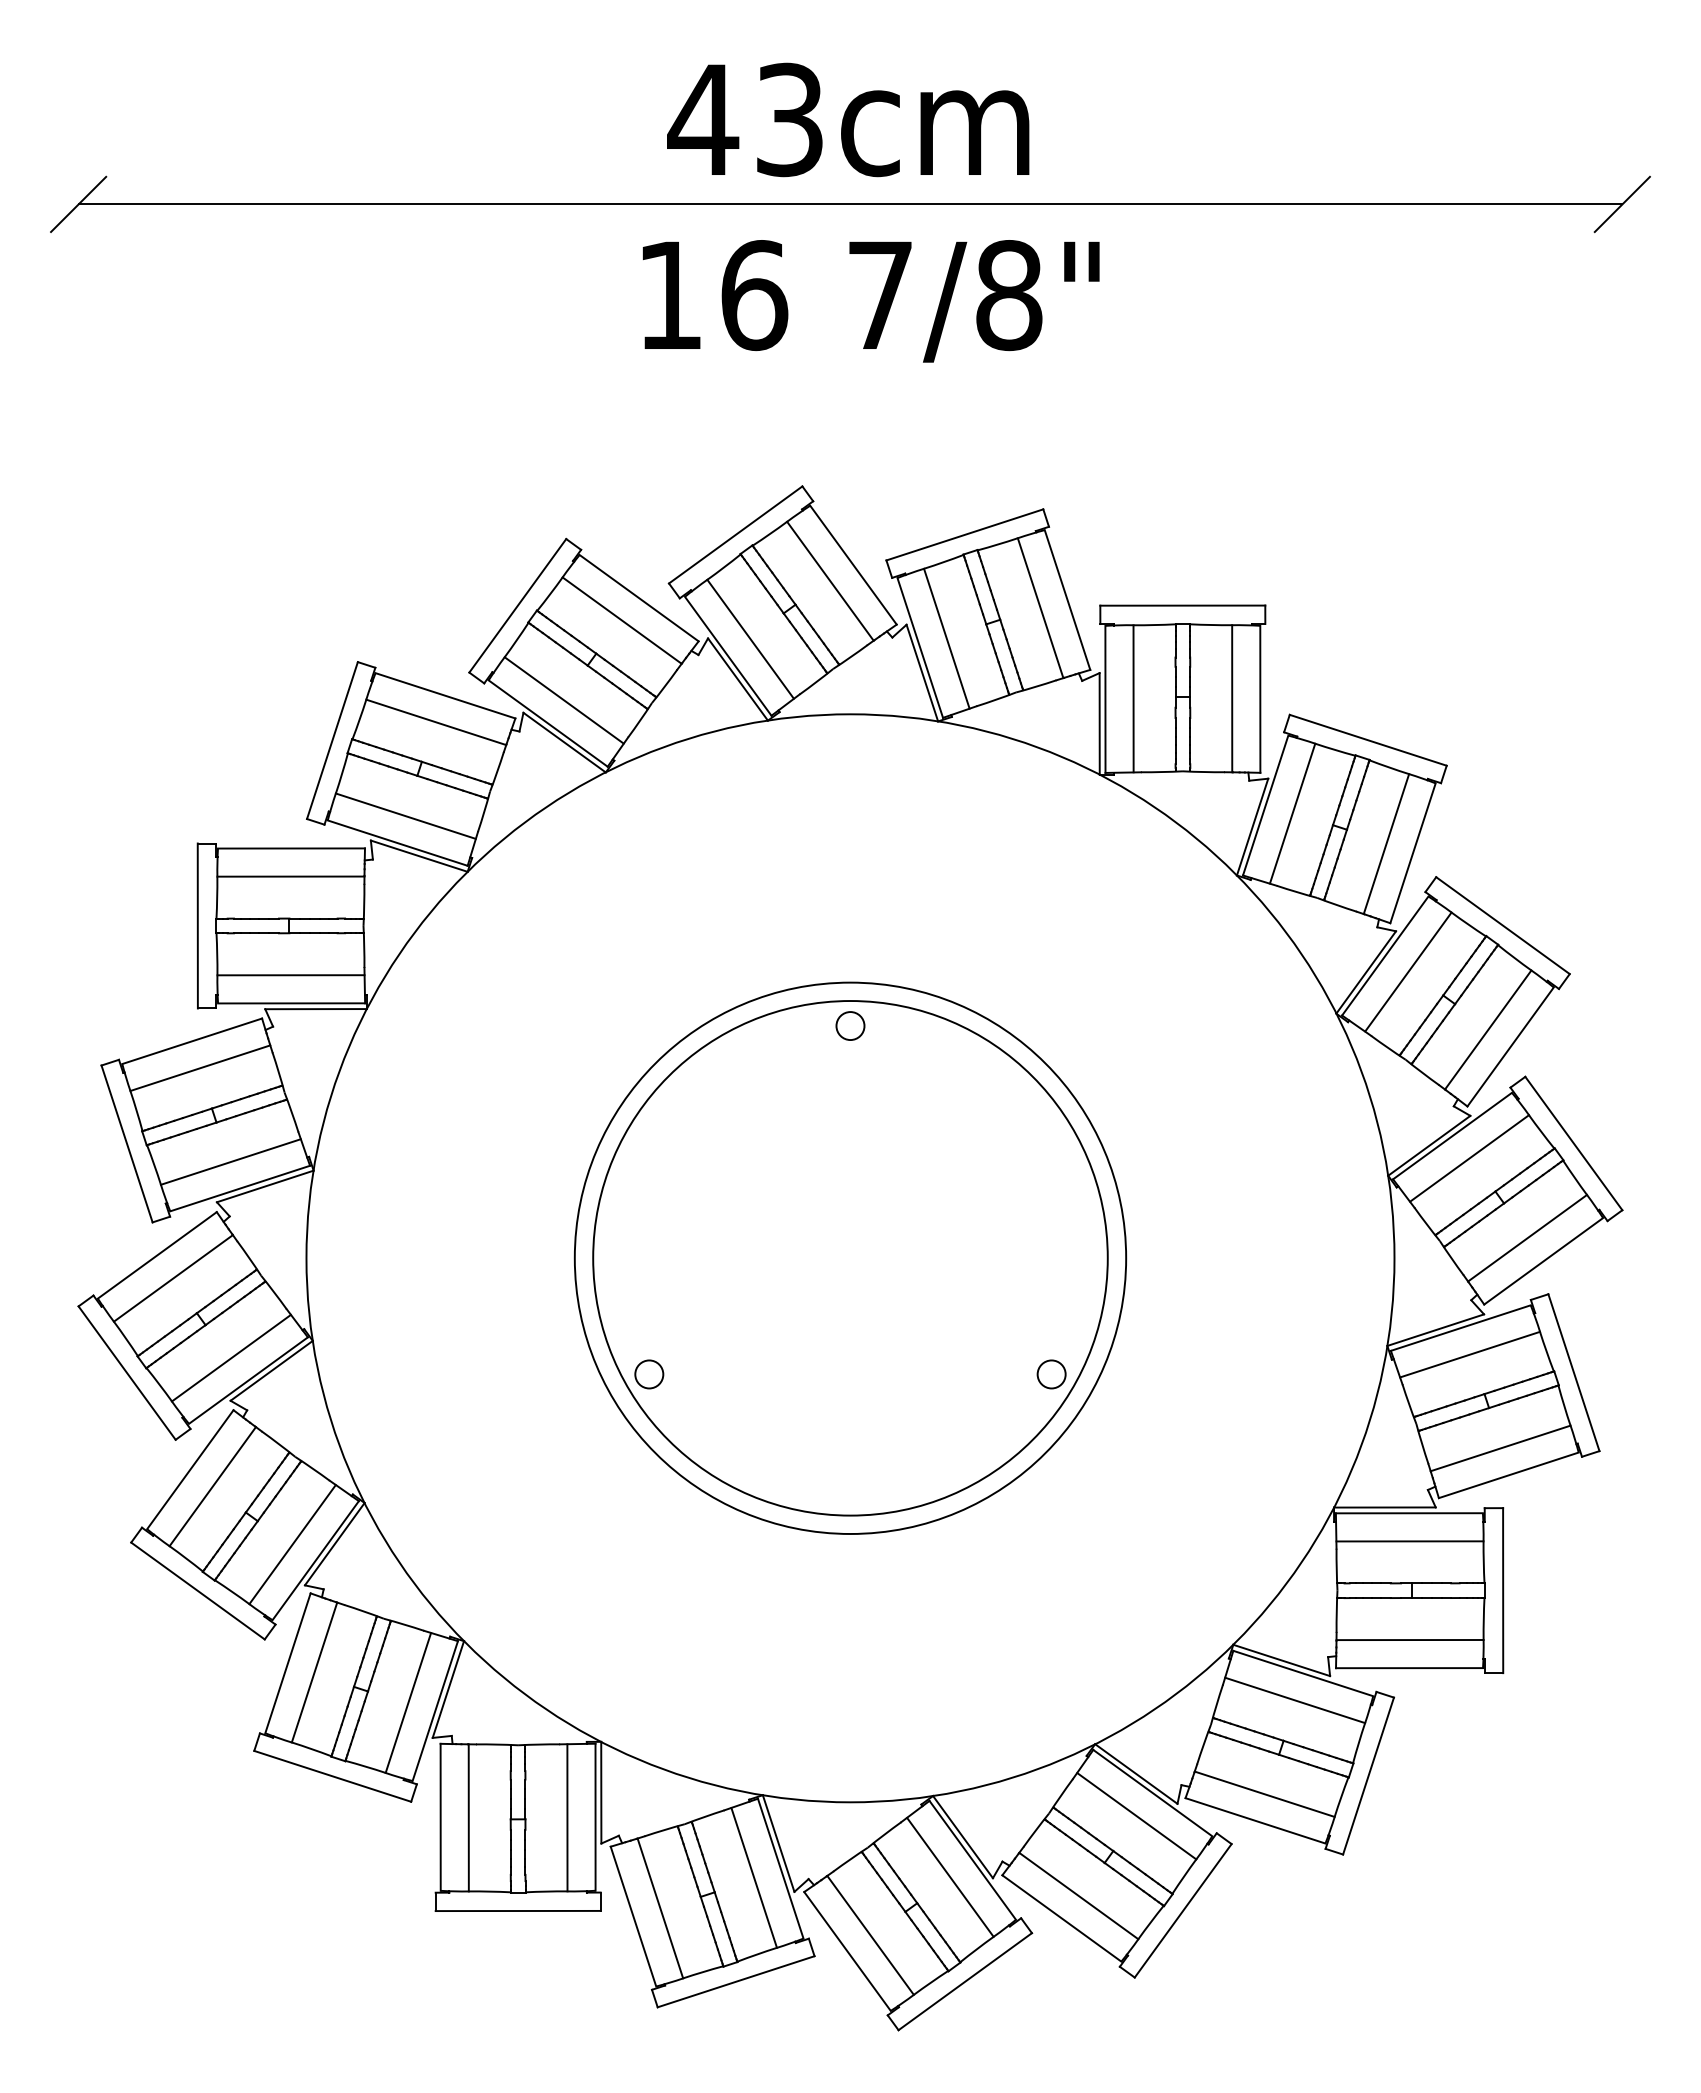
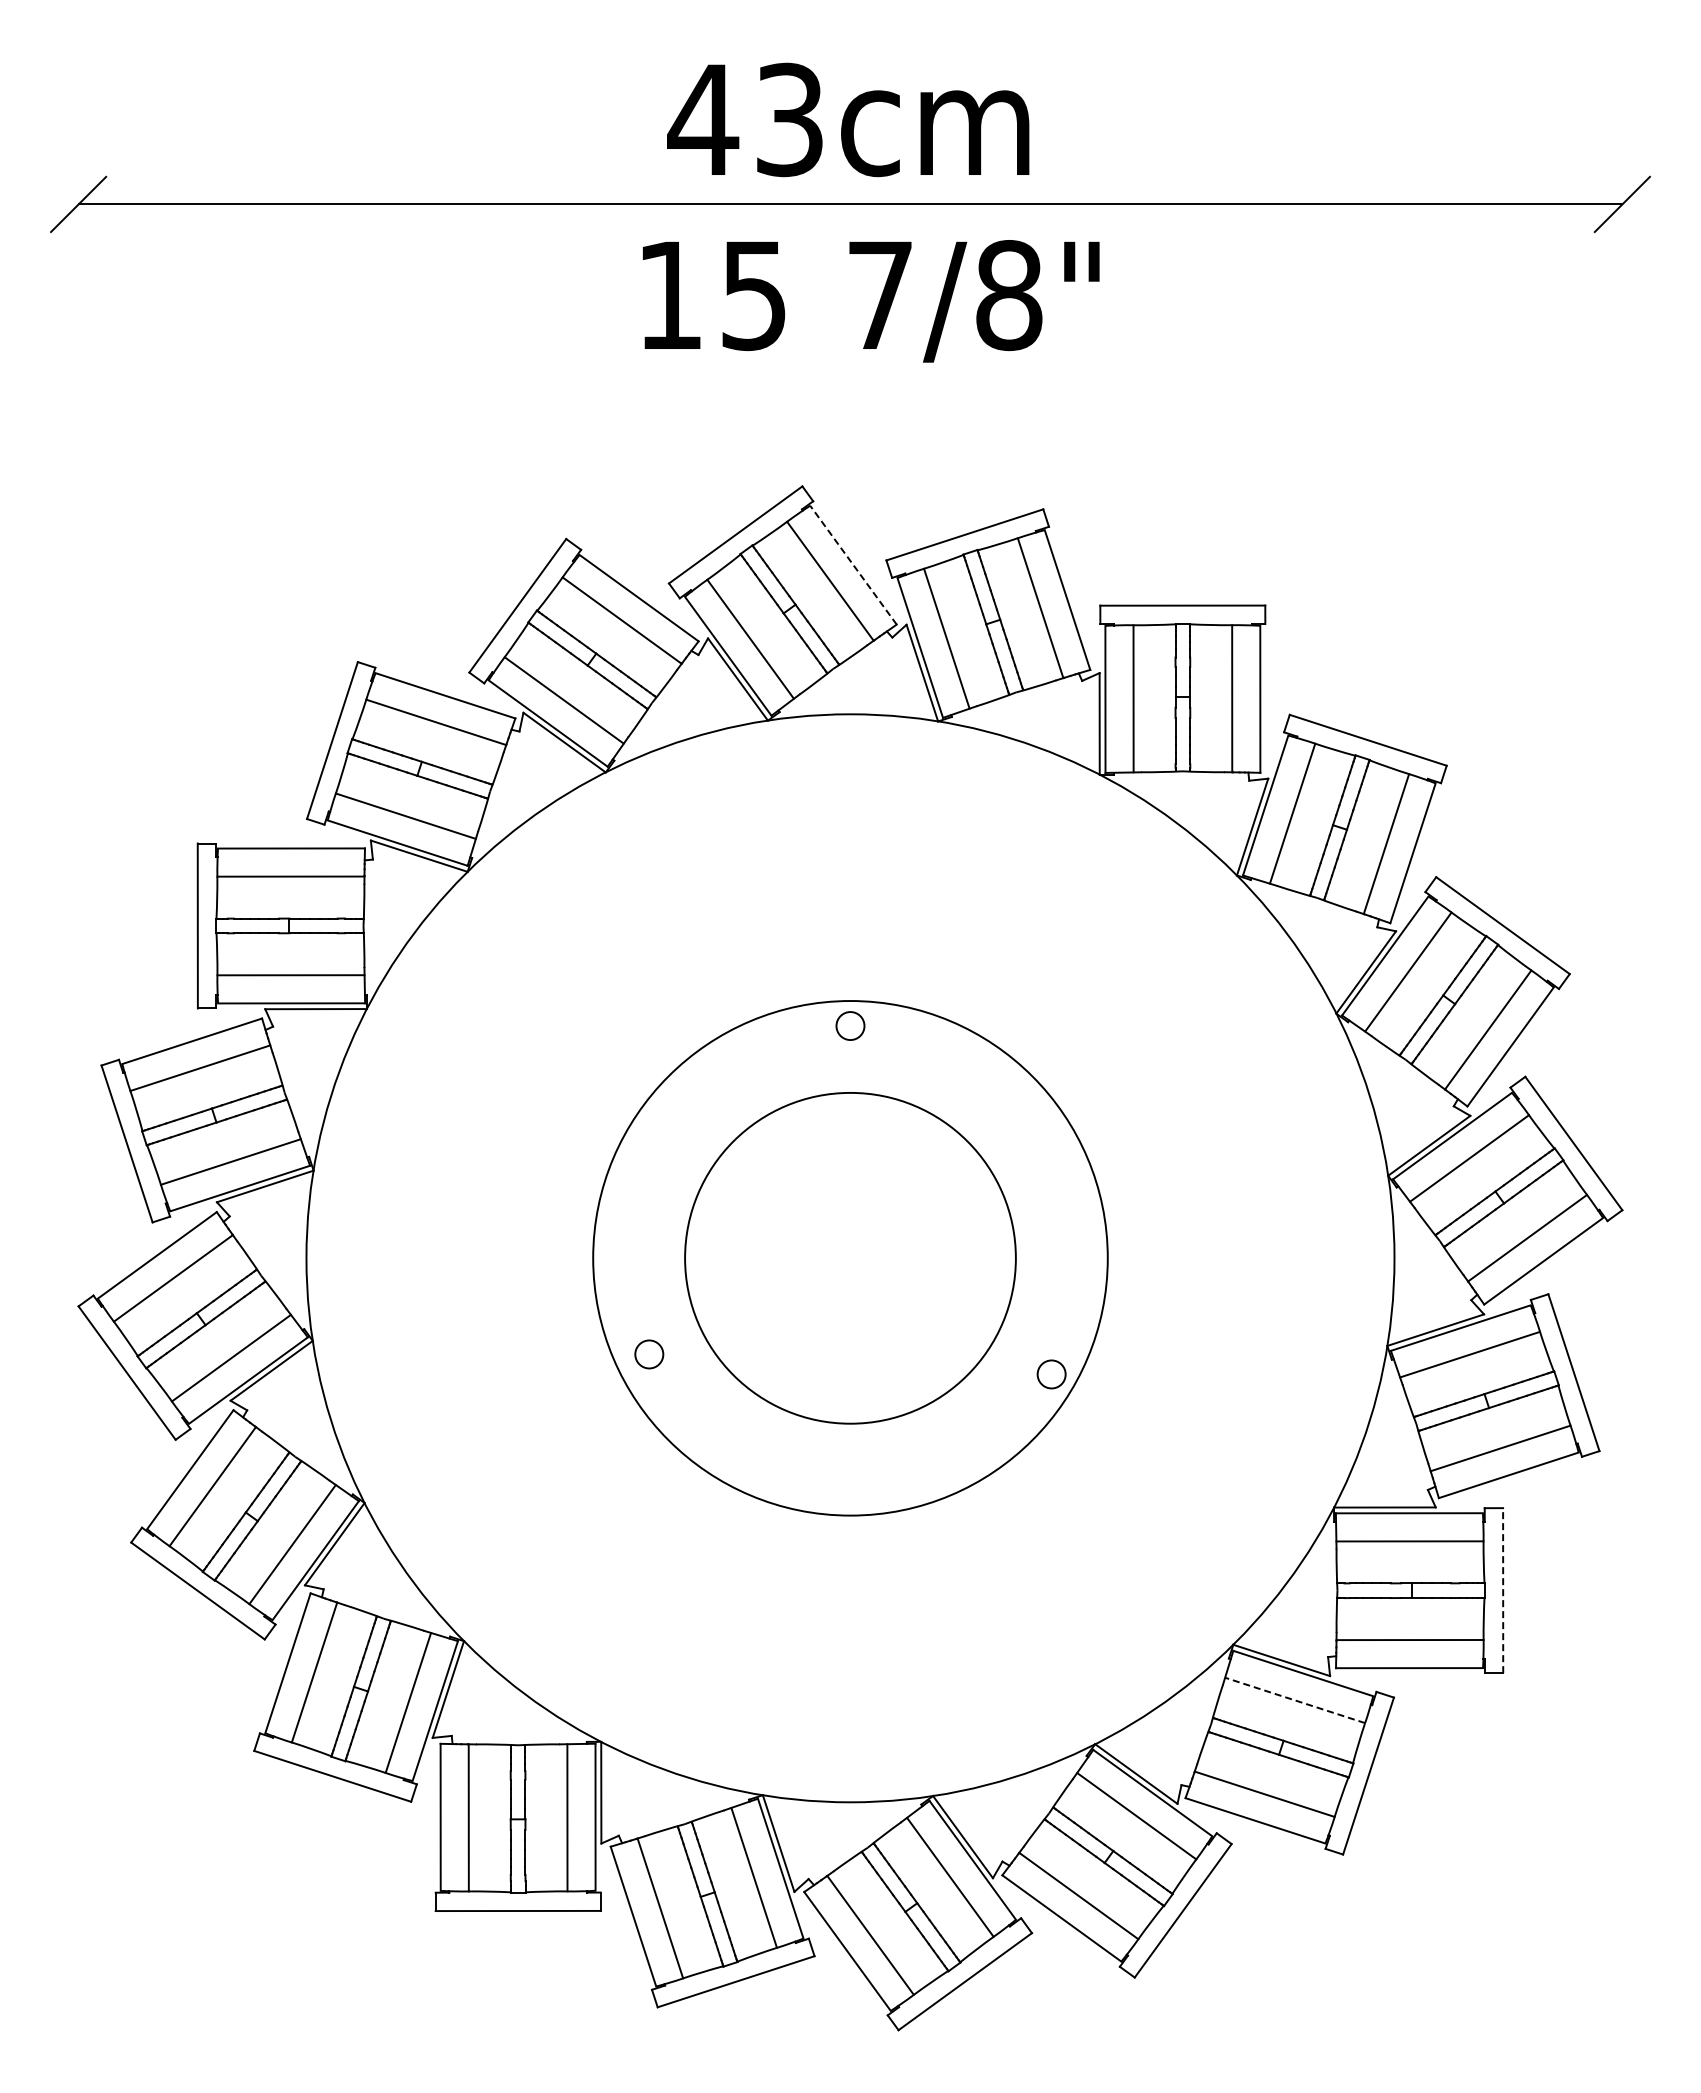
text at (754, 295): 16 -> 15
line at (853, 565): solid -> dashed
circle at (850, 1257) diameter: 551 px -> 331 px
circle at (649, 1374) position: (649, 1374) -> (649, 1354)
line at (1503, 1590): solid -> dashed
line at (1295, 1700): solid -> dashed
